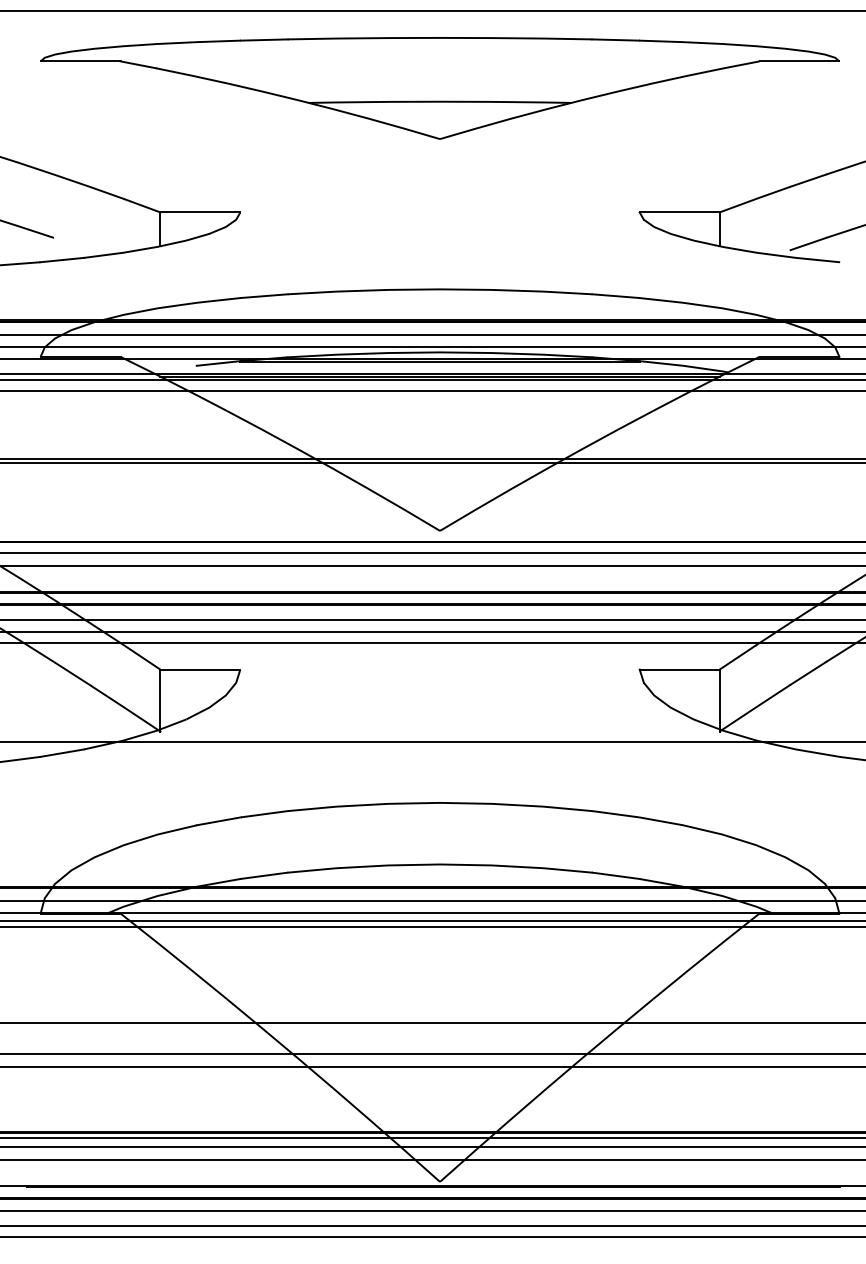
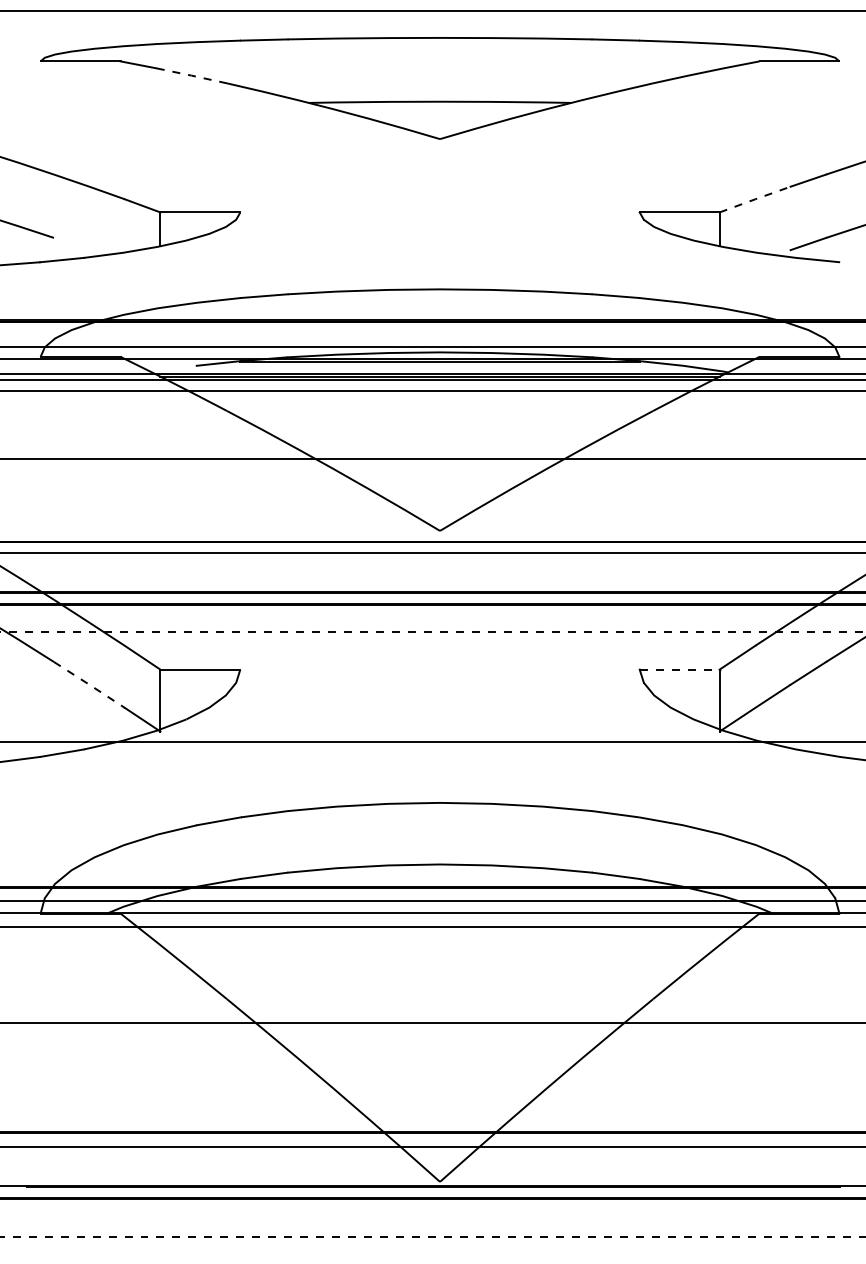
line at (191, 75): solid -> dashed
line at (755, 199): solid -> dashed
line at (432, 334): present -> none
line at (432, 463): present -> none
line at (432, 565): present -> none
line at (432, 620): present -> none
line at (433, 631): solid -> dashed
line at (432, 642): present -> none
line at (679, 669): solid -> dashed
line at (89, 684): solid -> dashed
line at (432, 920): present -> none
line at (432, 1054): present -> none
line at (432, 1066): present -> none
line at (432, 1137): present -> none
line at (432, 1160): present -> none
line at (432, 1210): present -> none
line at (432, 1226): present -> none
line at (433, 1237): solid -> dashed
